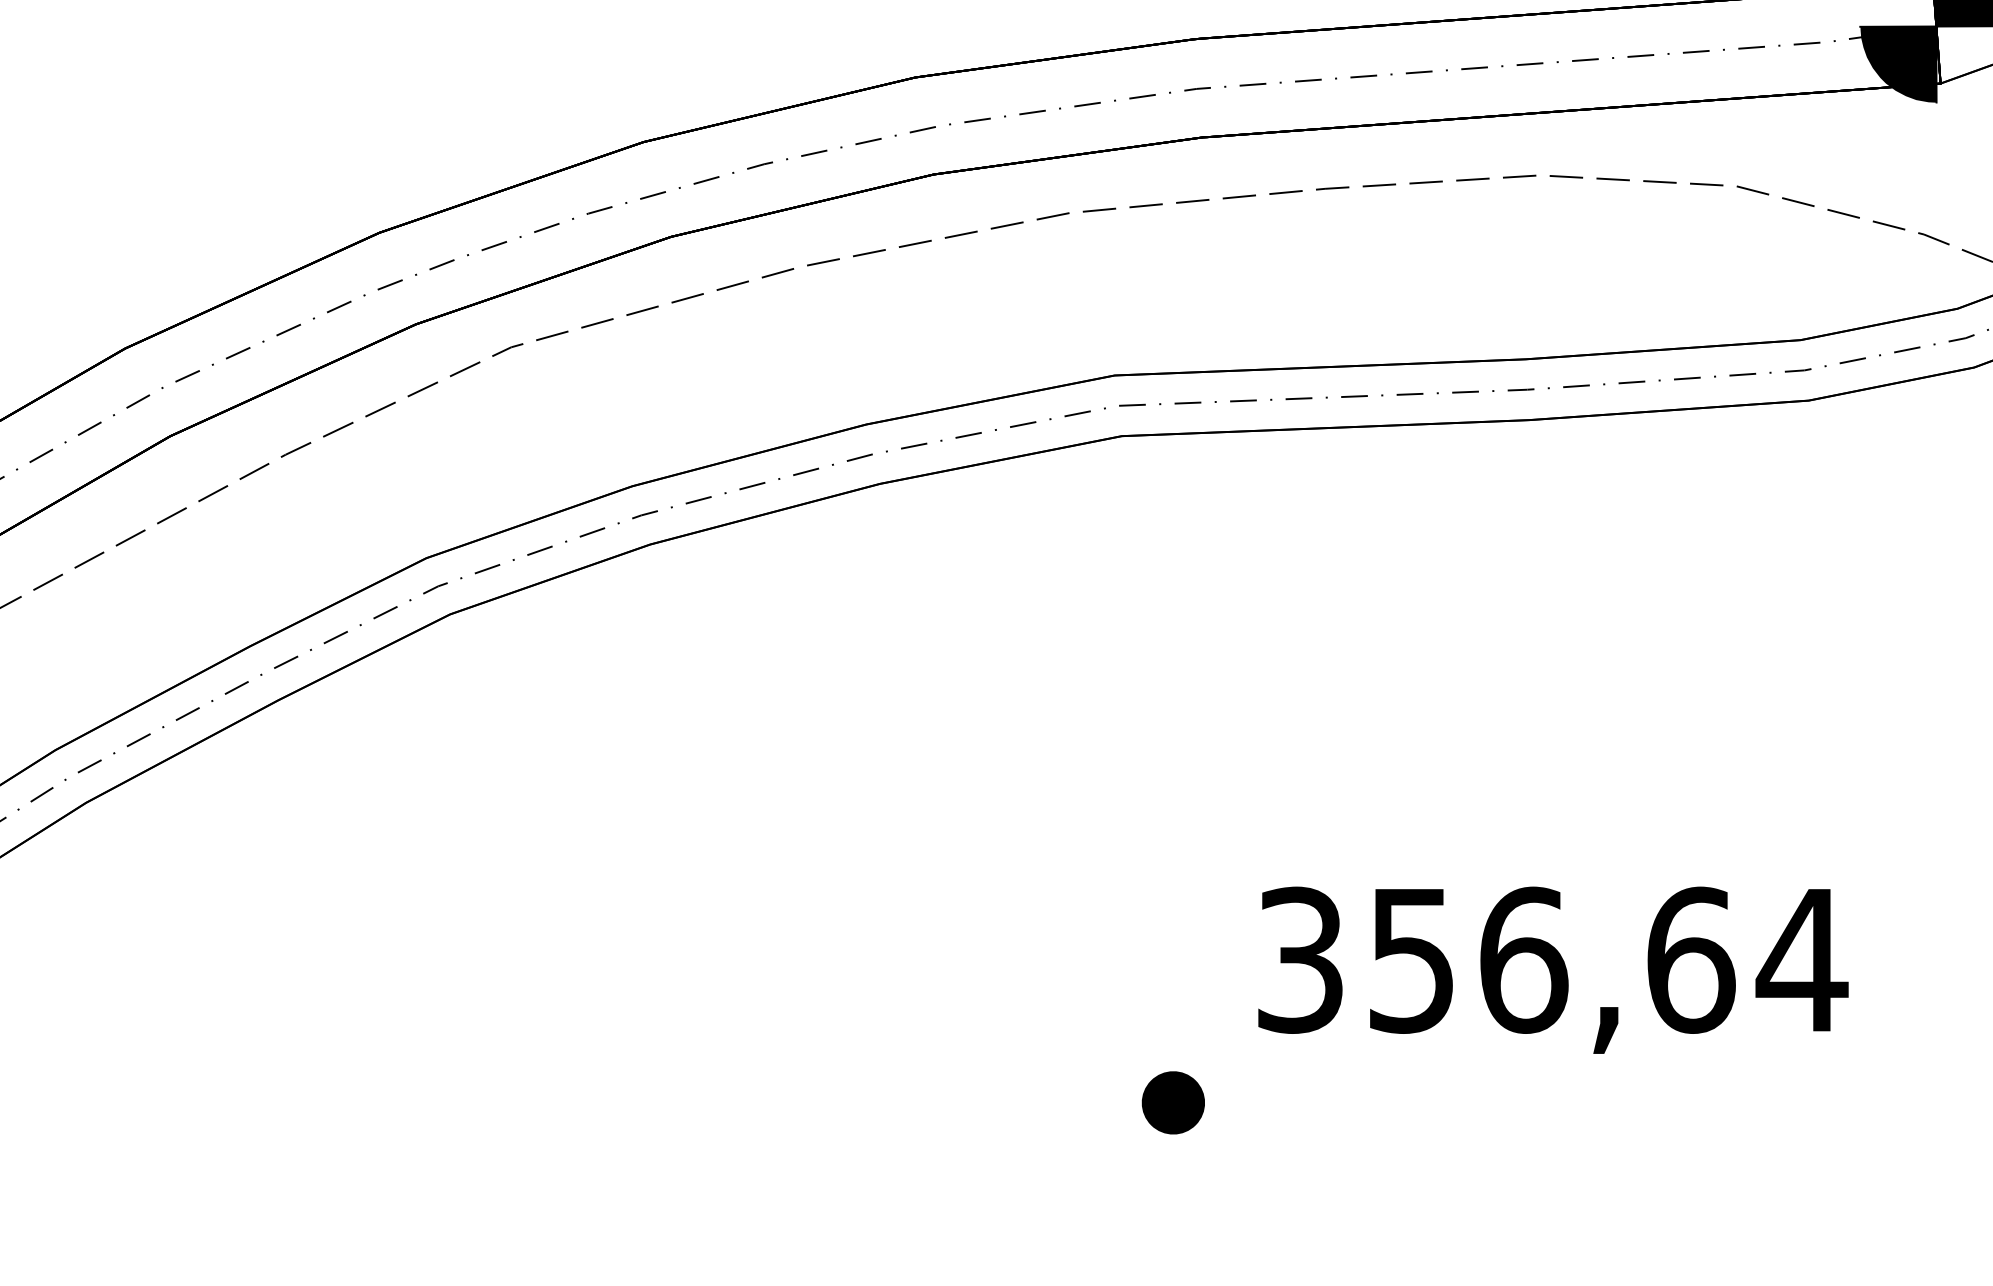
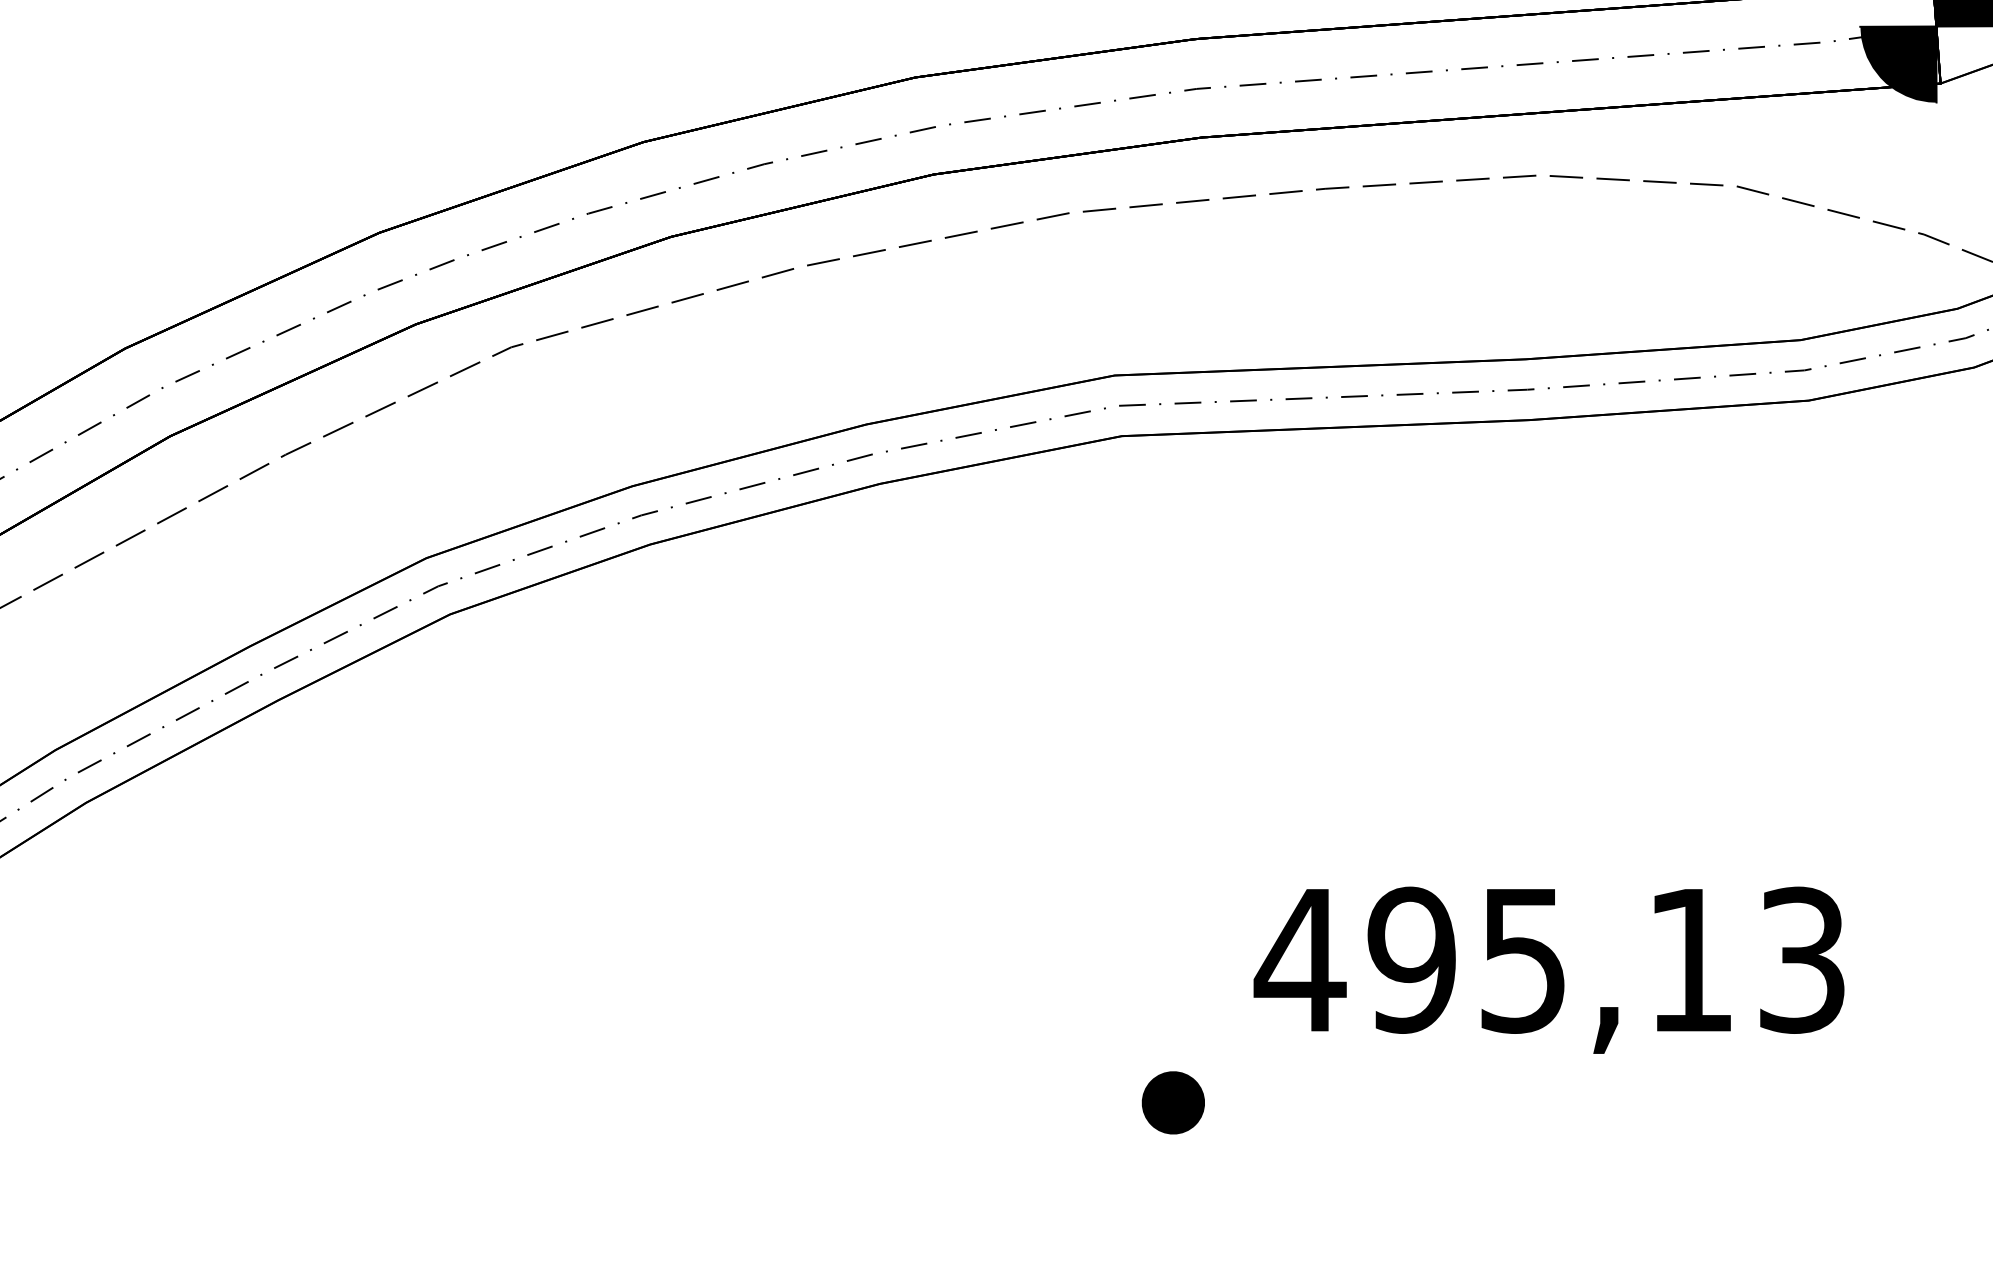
text at (1550, 959): 356,64 -> 495,13
